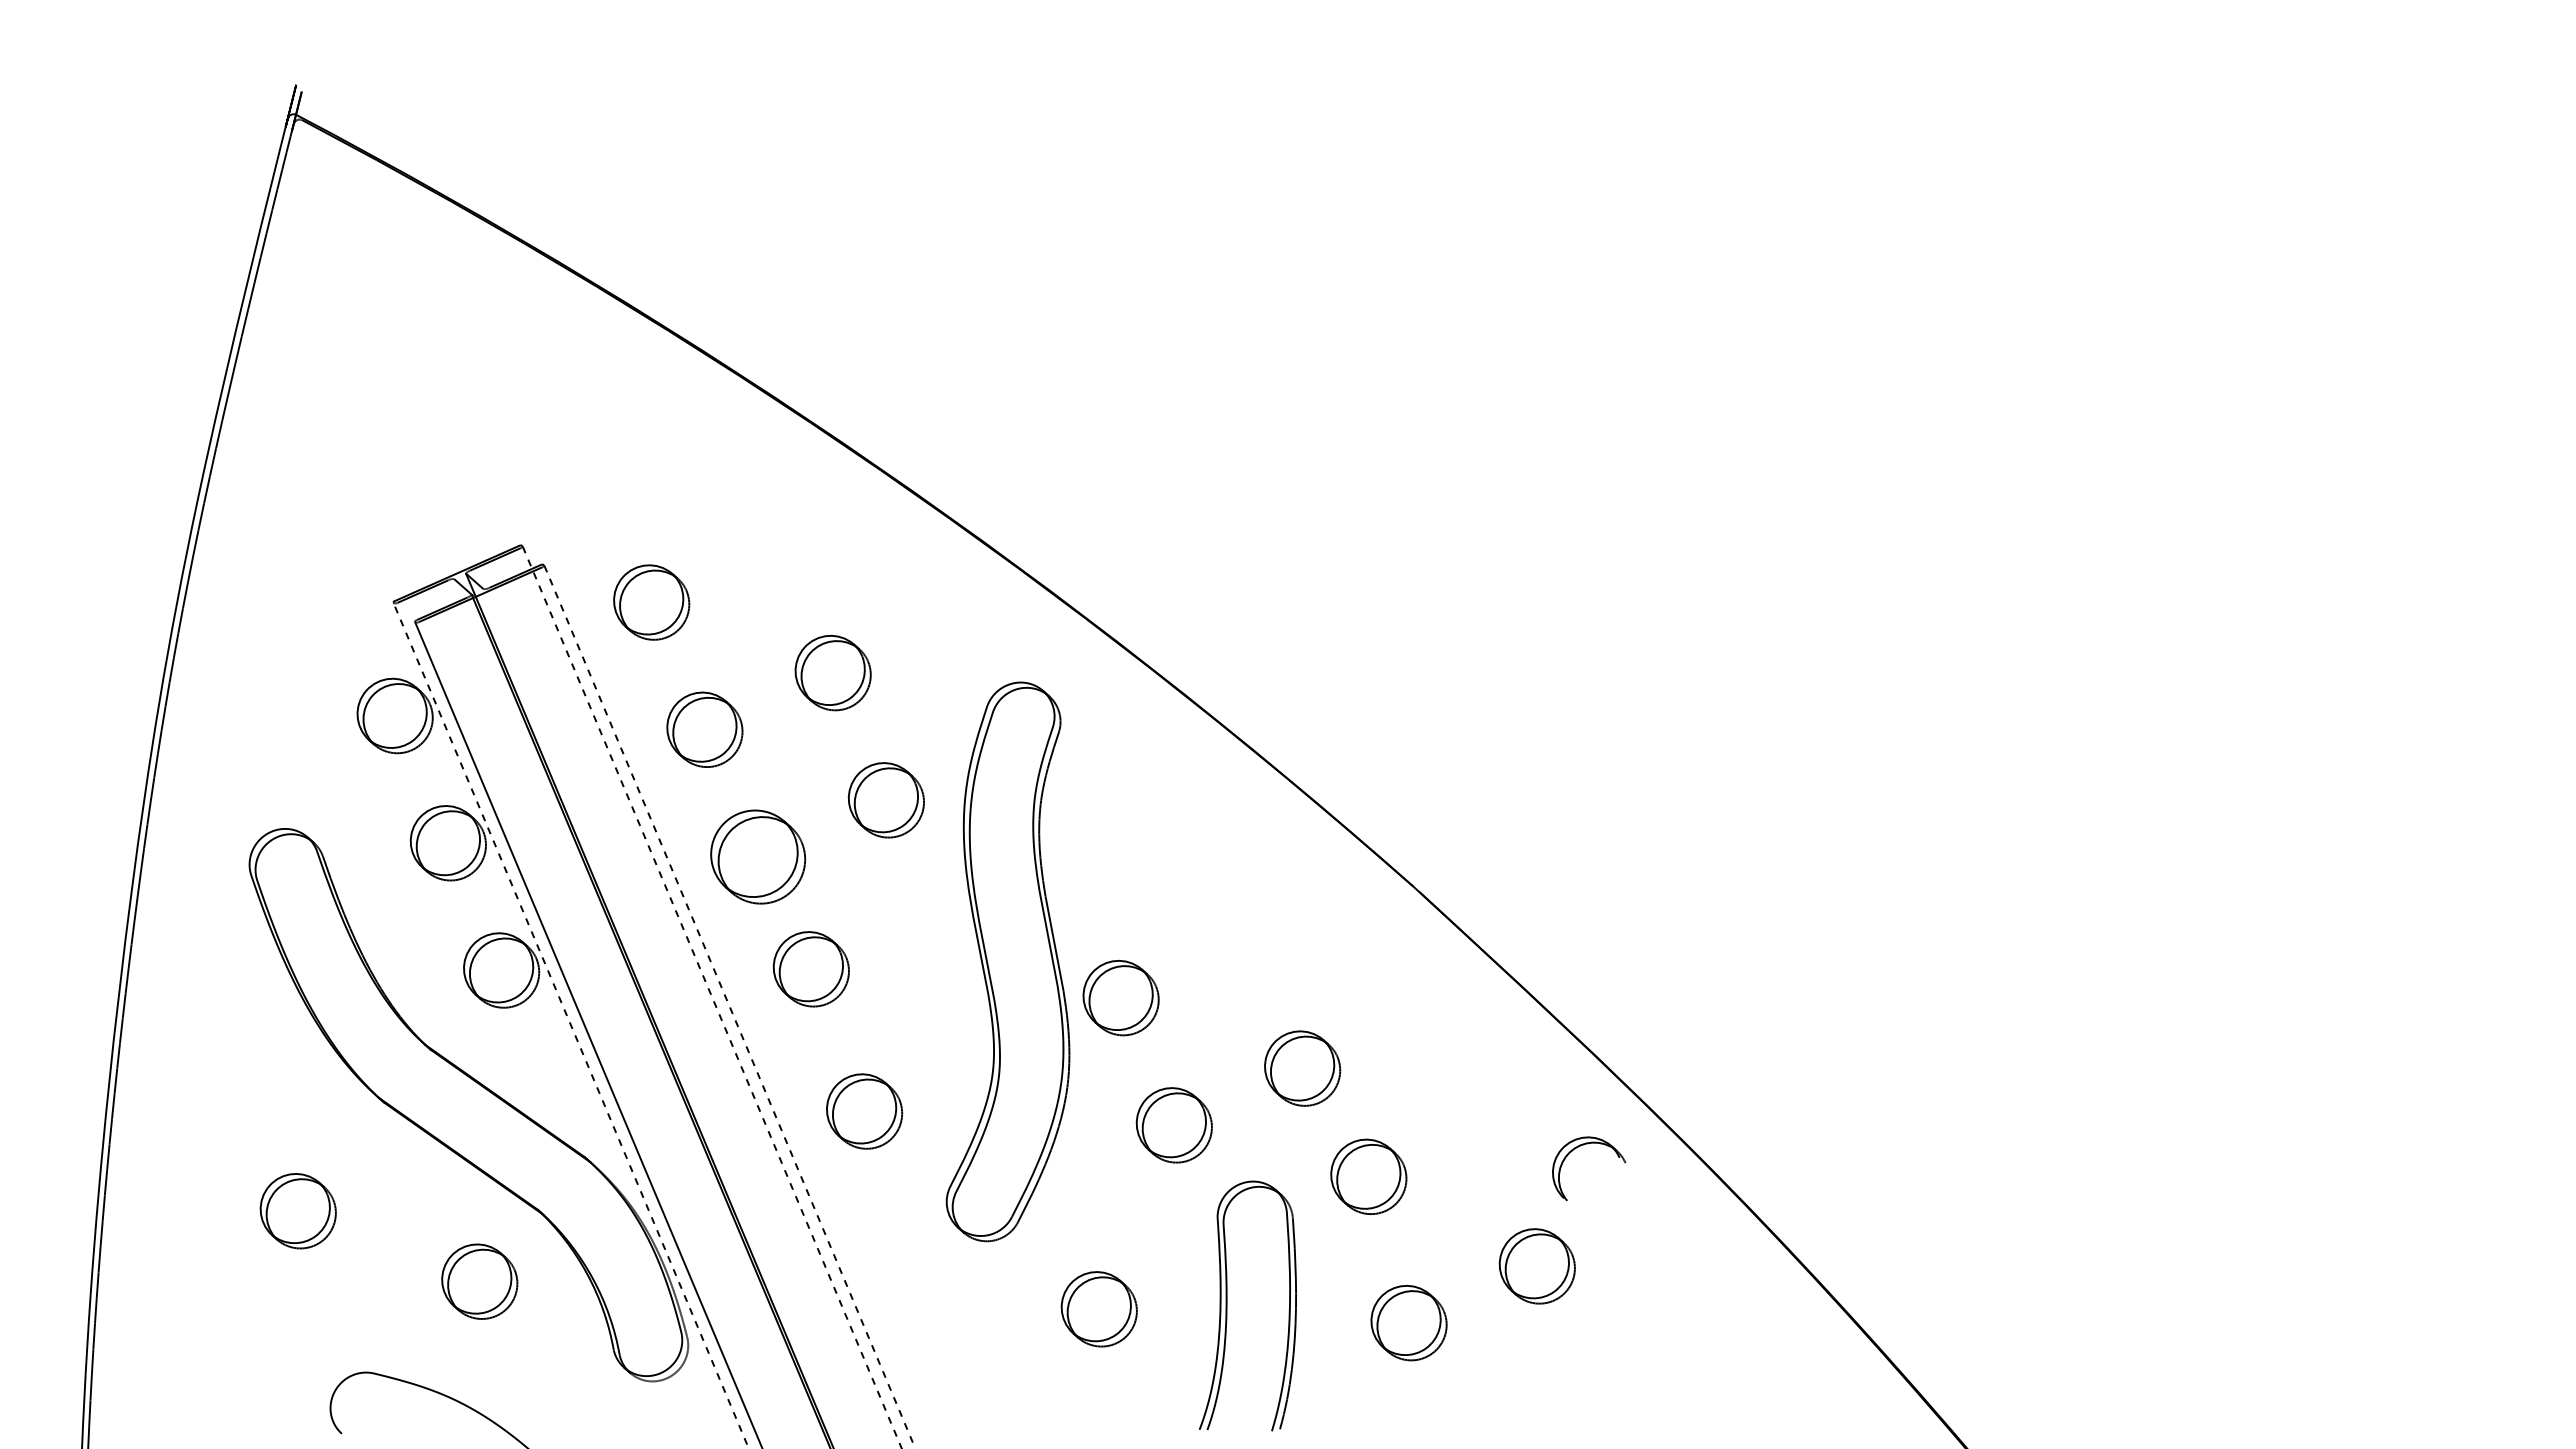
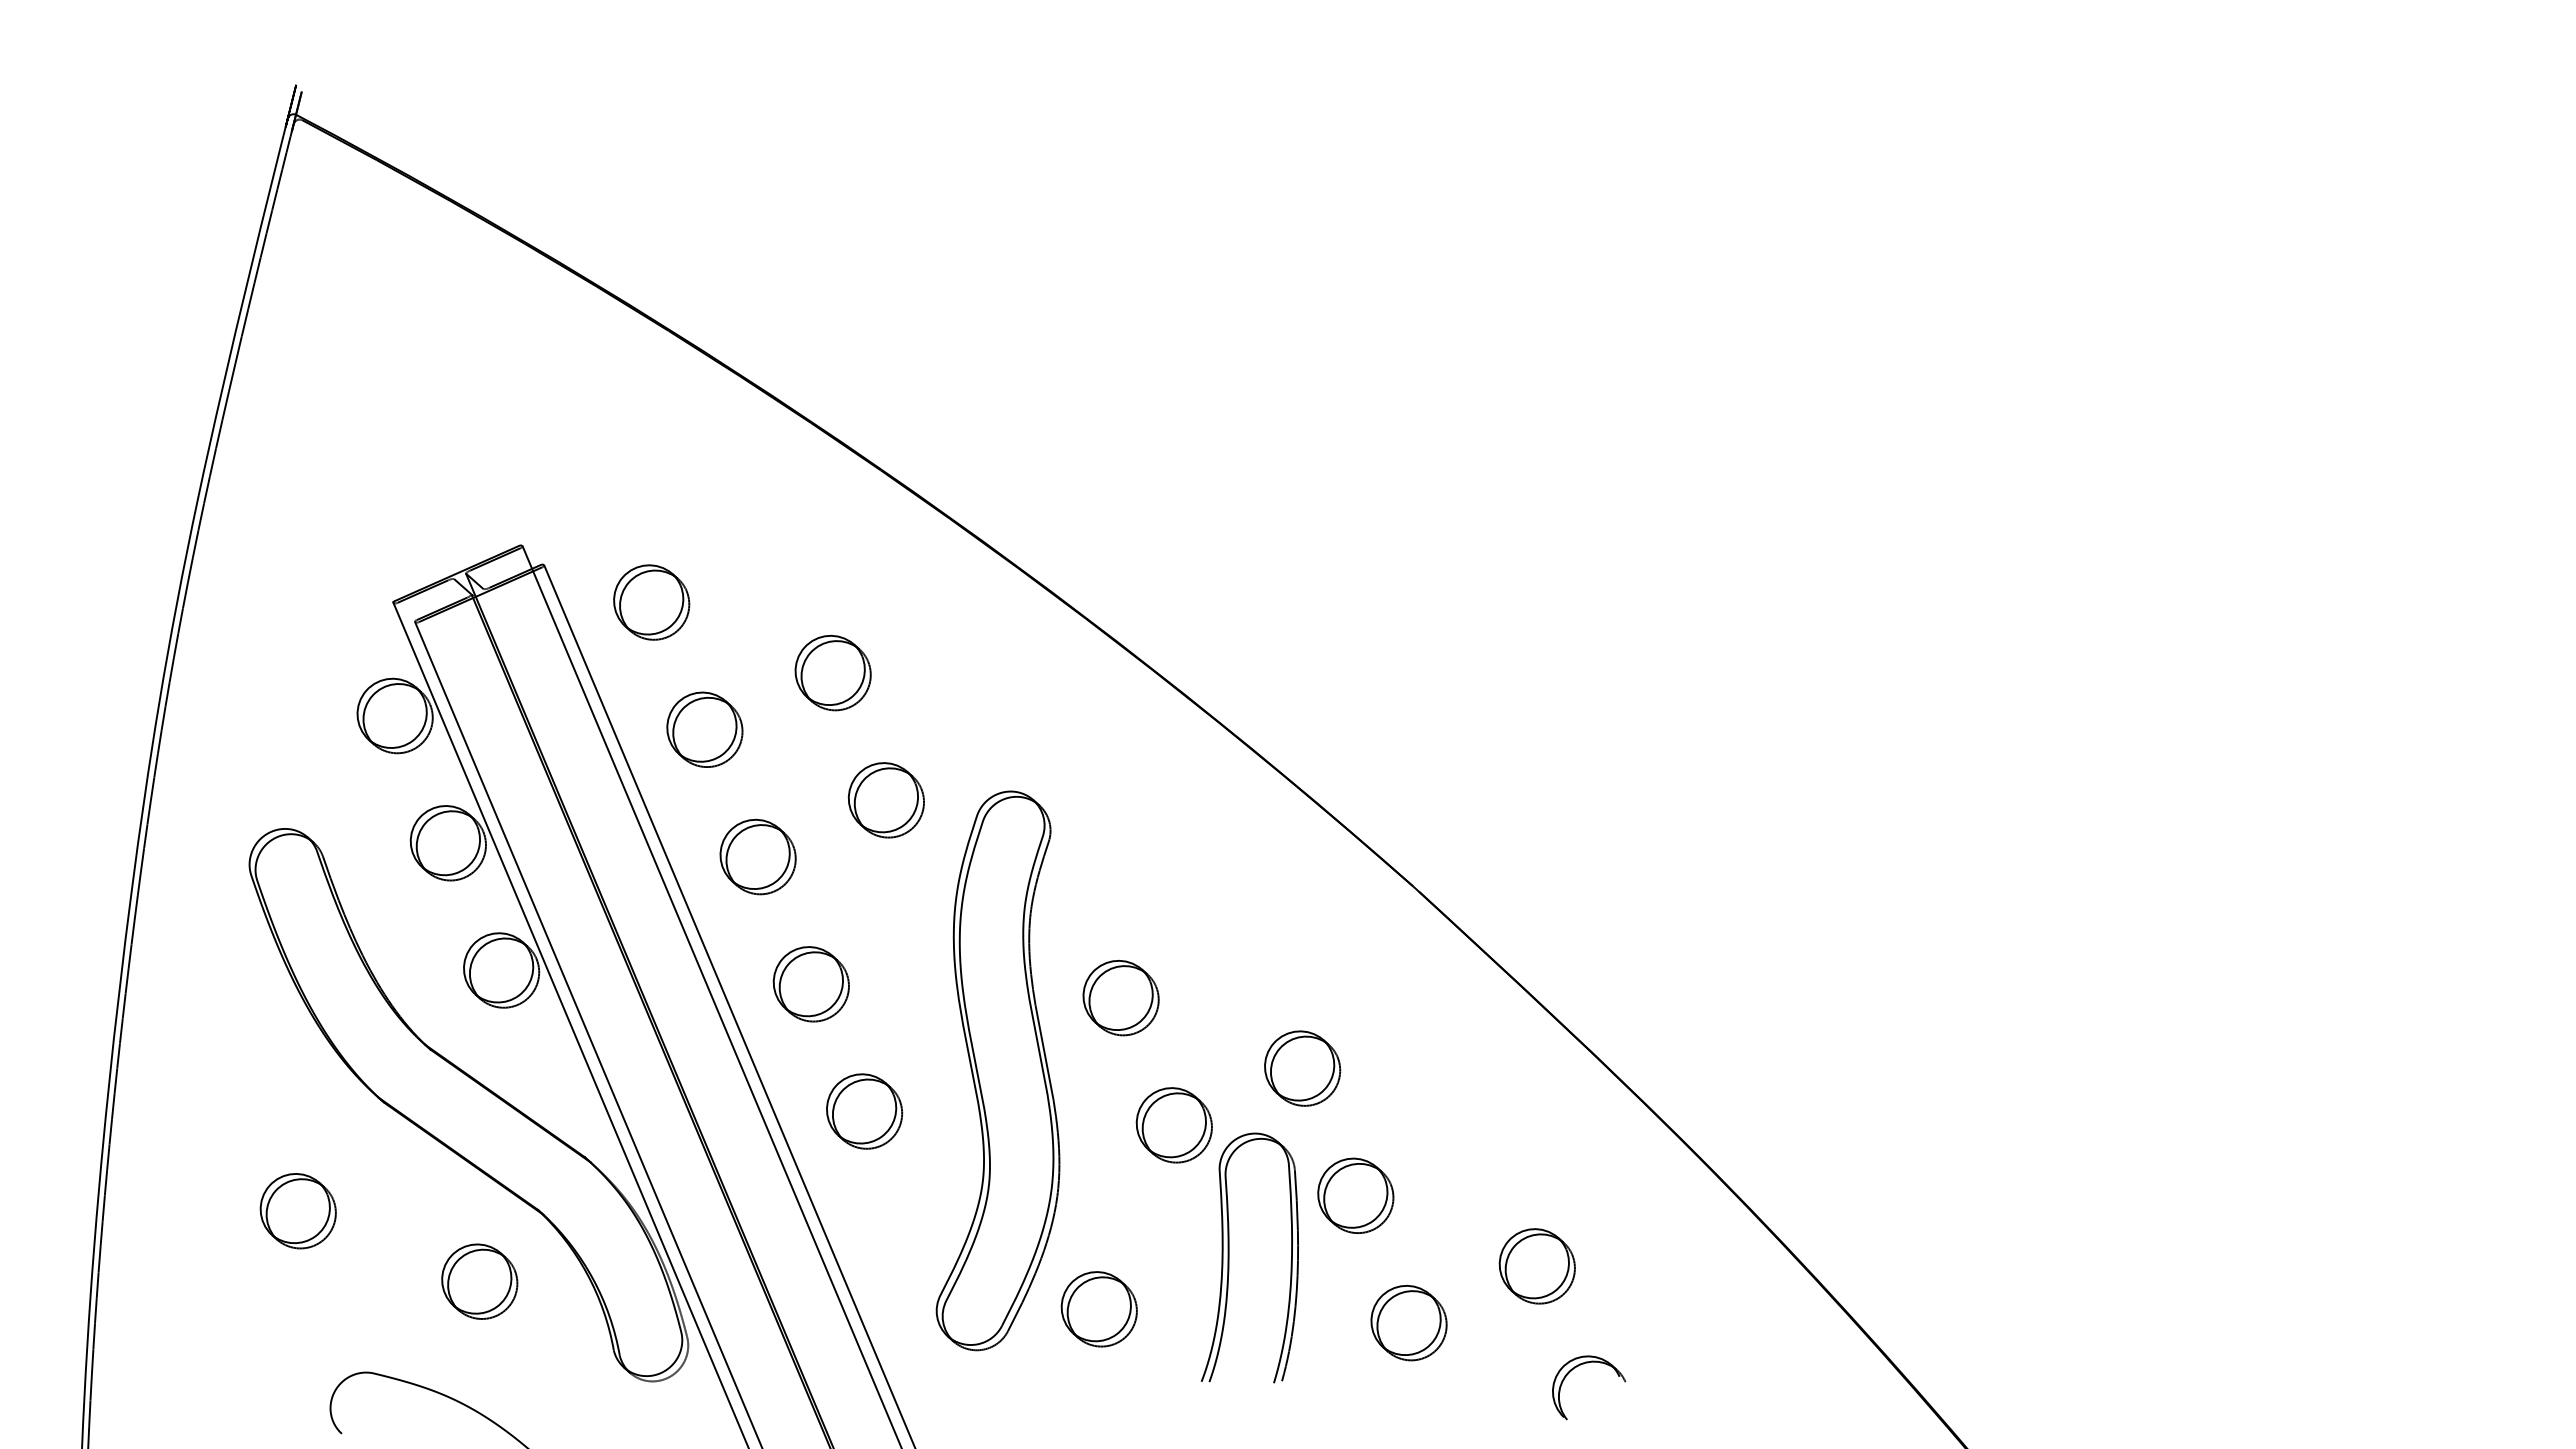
part at (758, 856) size: 97x96 px -> 78x78 px
part at (1007, 961) position: (1007, 961) -> (997, 1070)
part at (810, 969) position: (810, 969) -> (810, 984)
line at (712, 997): dashed -> solid
line at (730, 1007): dashed -> solid
line at (570, 1025): dashed -> solid
part at (1575, 1149) position: (1575, 1149) -> (1575, 1368)
part at (1368, 1176) position: (1368, 1176) -> (1355, 1195)
part at (1227, 1305) position: (1227, 1305) -> (1229, 1257)
